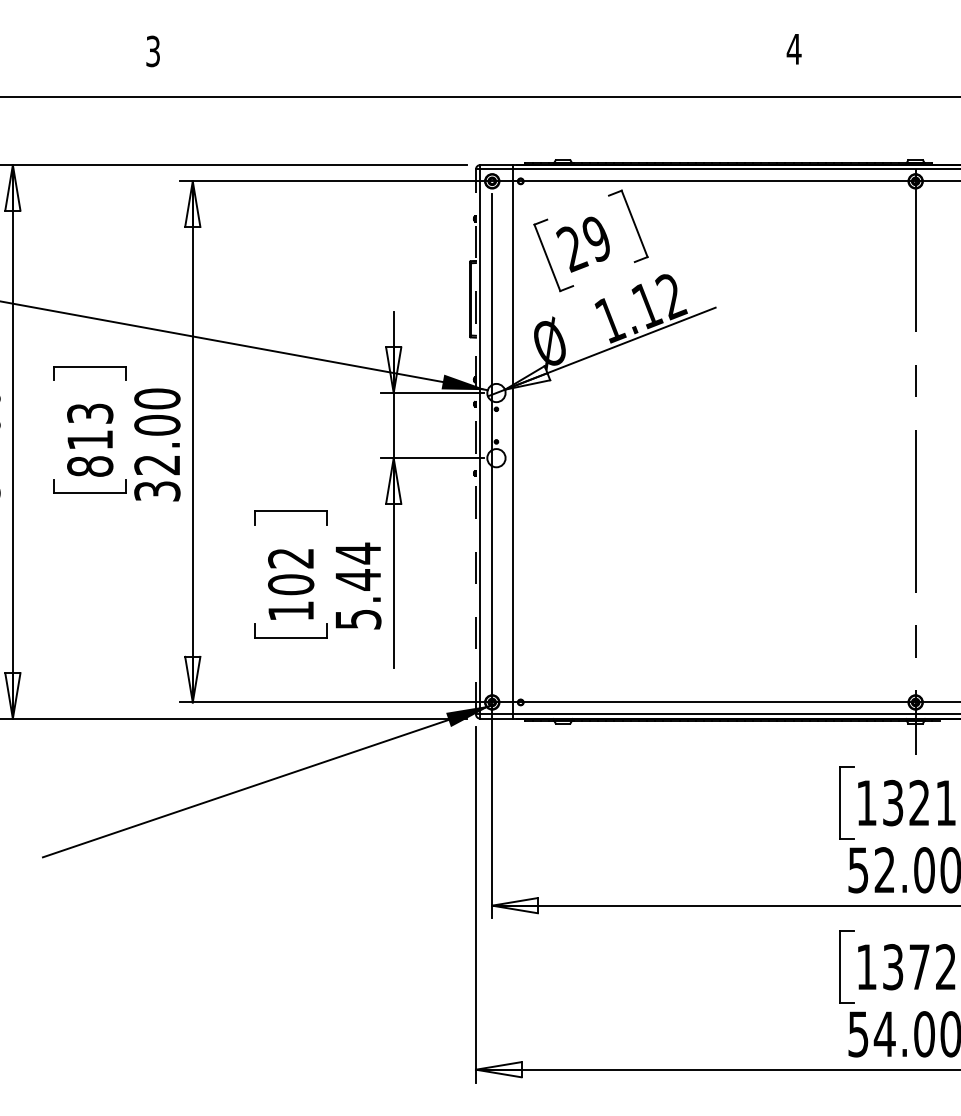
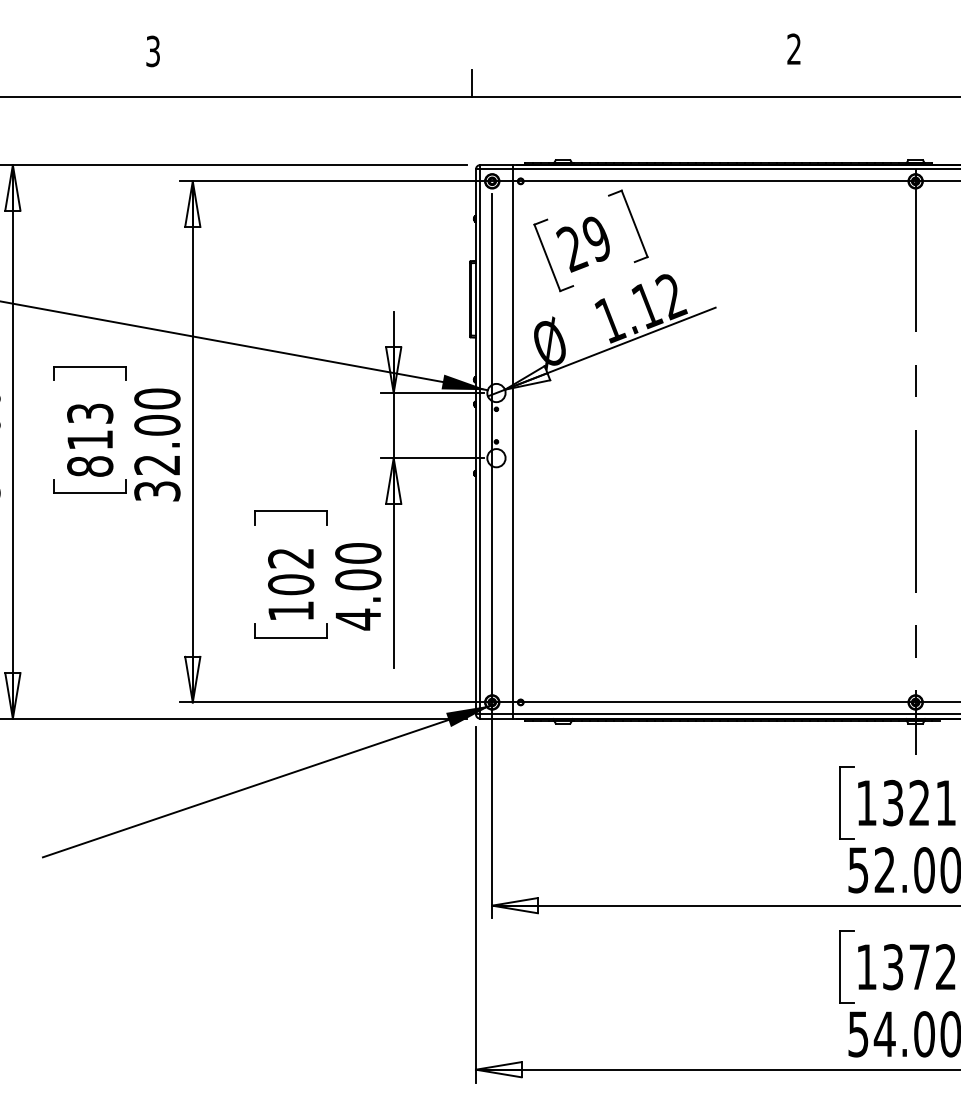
text at (793, 48): 4 -> 2
line at (471, 83): none -> present
line at (475, 441): dashed -> solid
text at (358, 586): 5.44 -> 4.00
